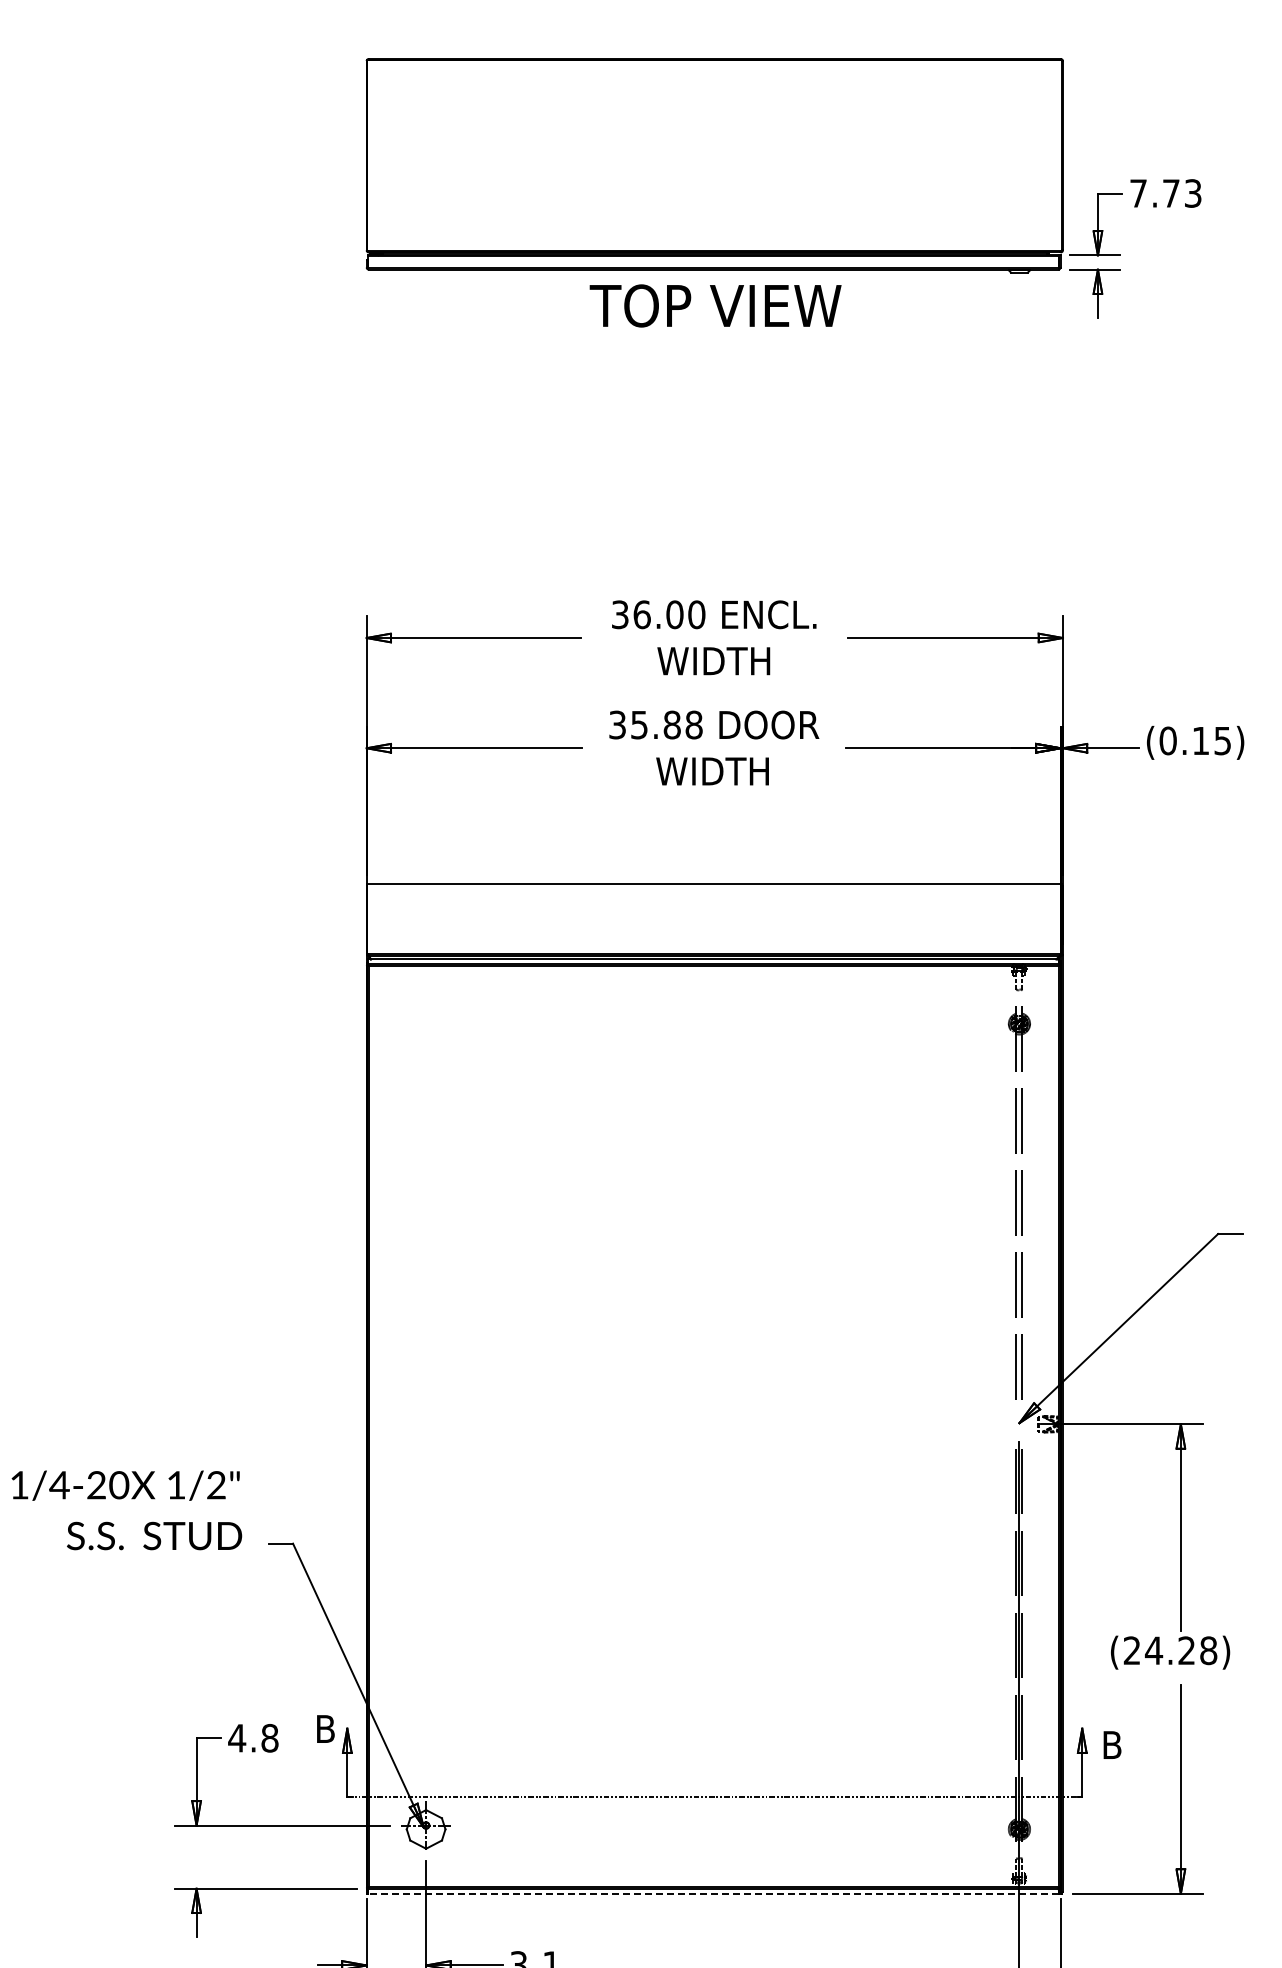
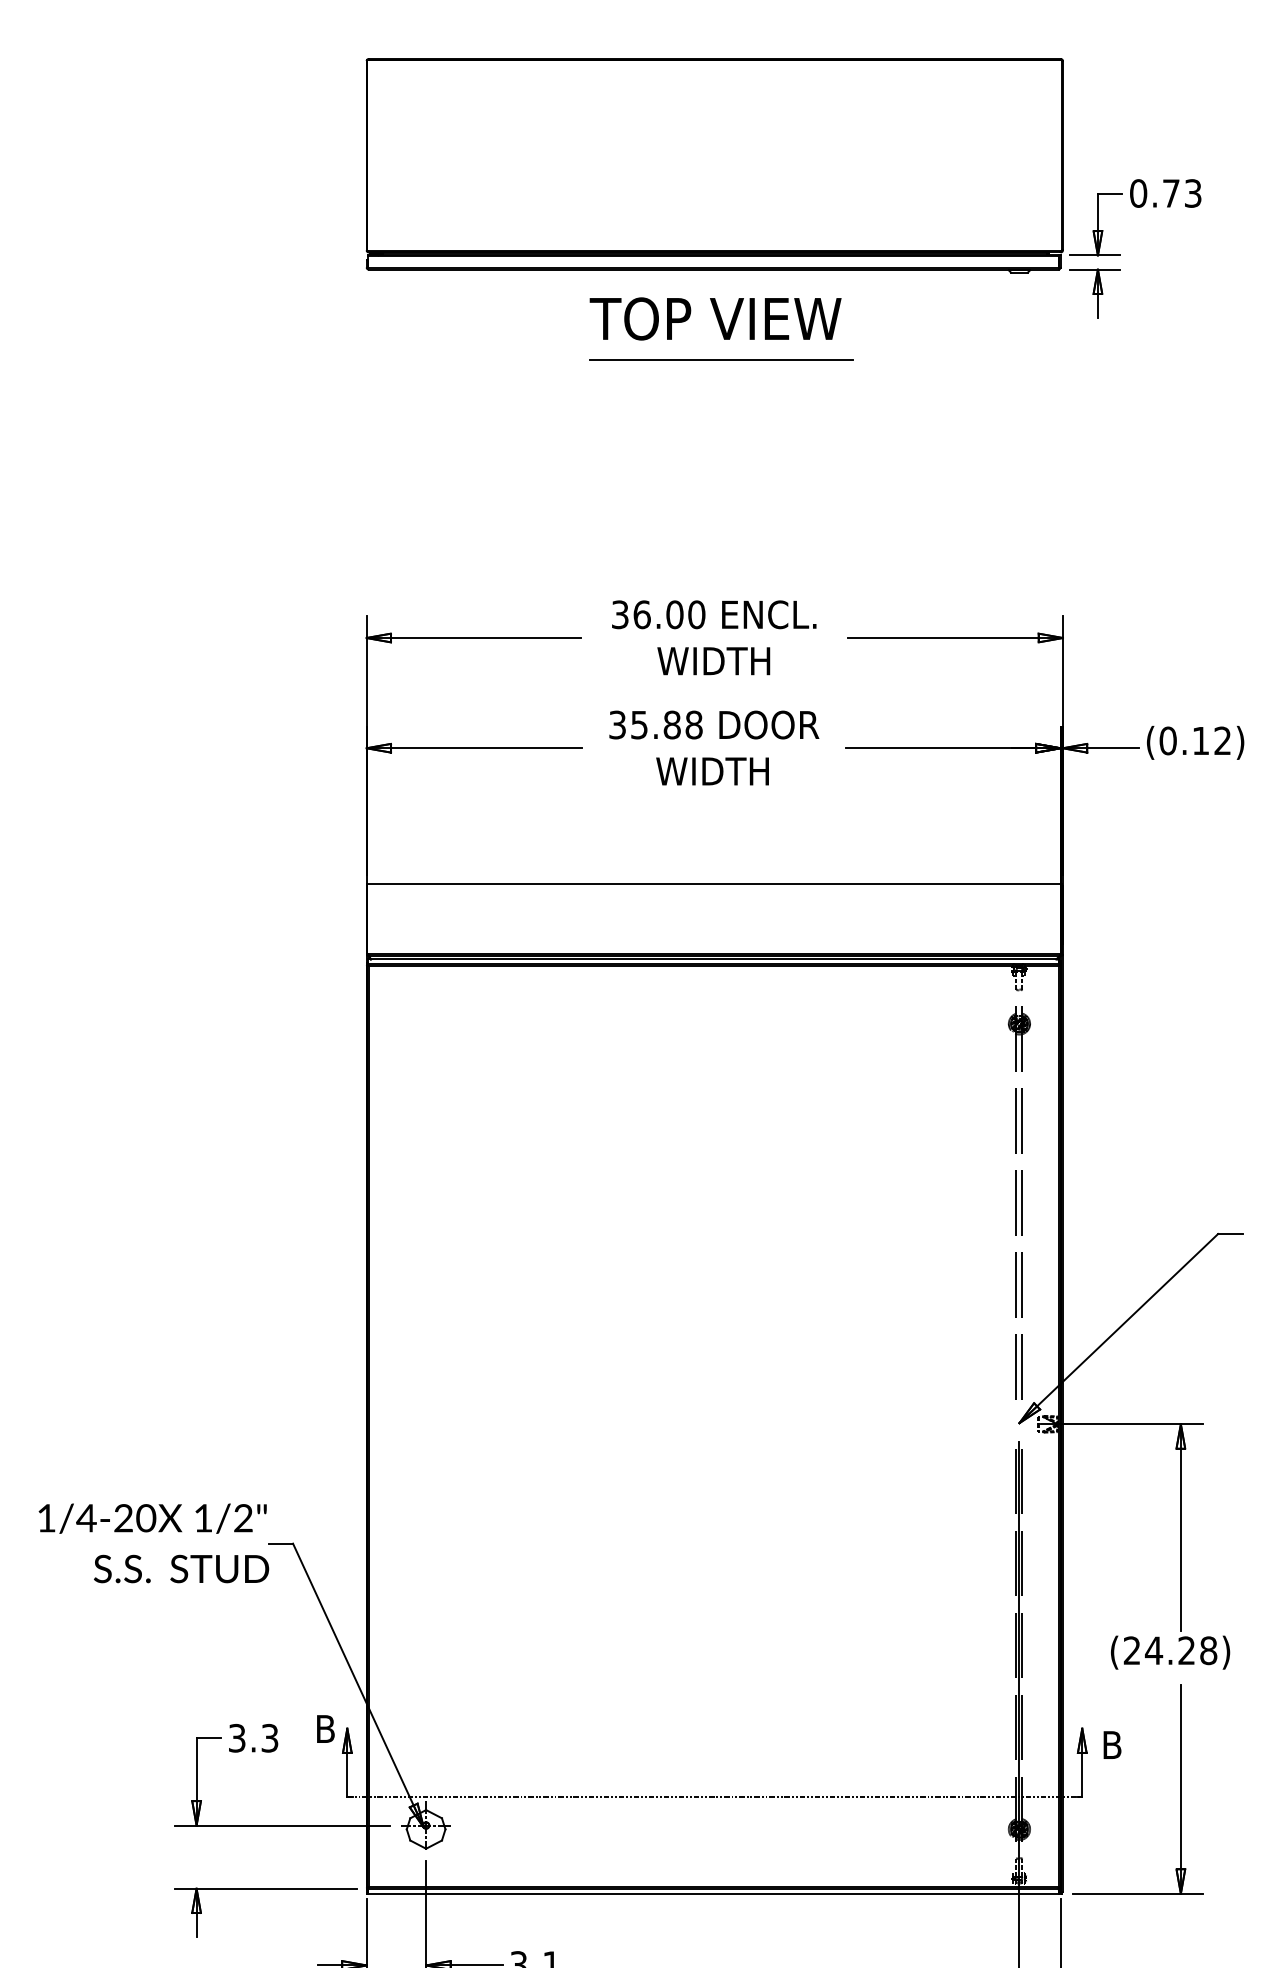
text at (1138, 193): 7.73 -> 0.73
text at (715, 305) position: (715, 305) -> (715, 318)
line at (721, 360): none -> present
text at (1222, 740): (0.15) -> (0.12)
text at (126, 1510) position: (126, 1510) -> (153, 1543)
text at (253, 1737): 4.8 -> 3.3
line at (713, 1893): dashed -> solid
